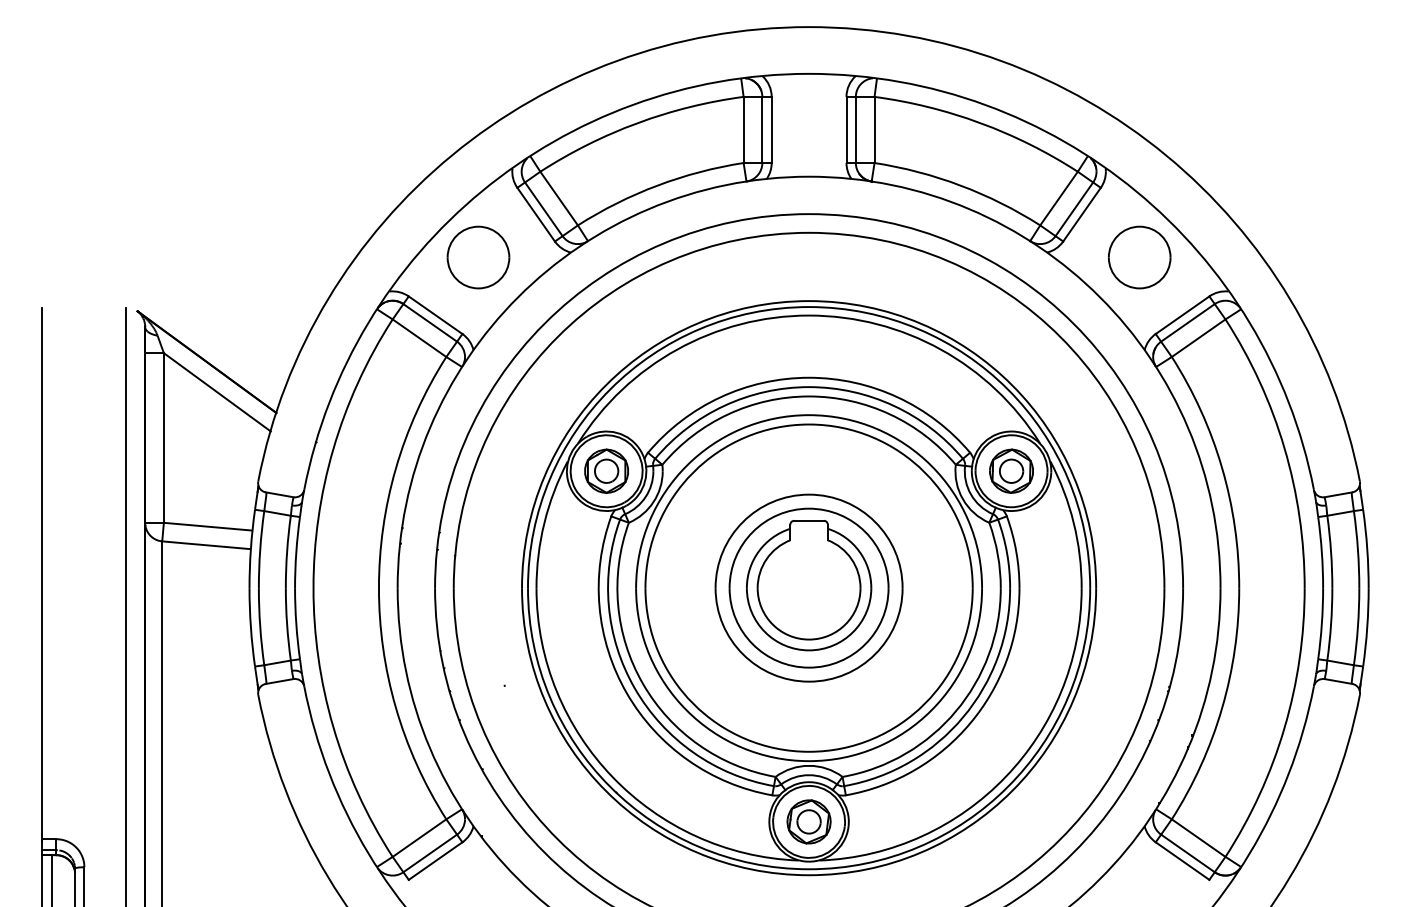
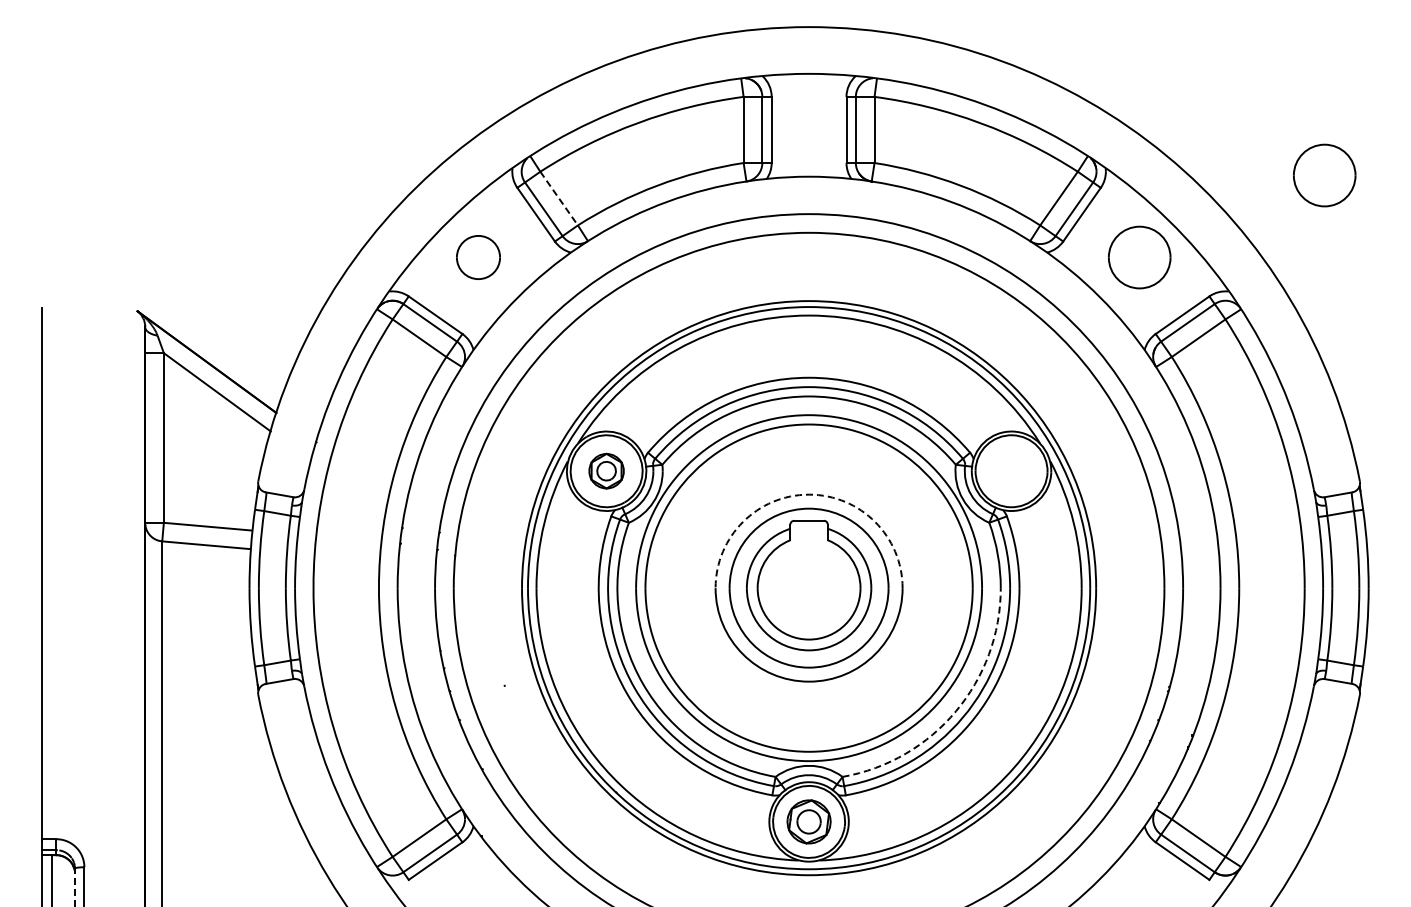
part at (1324, 175): none -> present
line at (559, 198): solid -> dashed
part at (478, 257) size: 65x65 px -> 45x45 px
part at (606, 470) size: 45x46 px -> 37x38 px
part at (1011, 470): present -> none
arc at (809, 494): solid -> dashed
line at (126, 605): present -> none
arc at (956, 711): solid -> dashed
line at (75, 887): solid -> dashed
